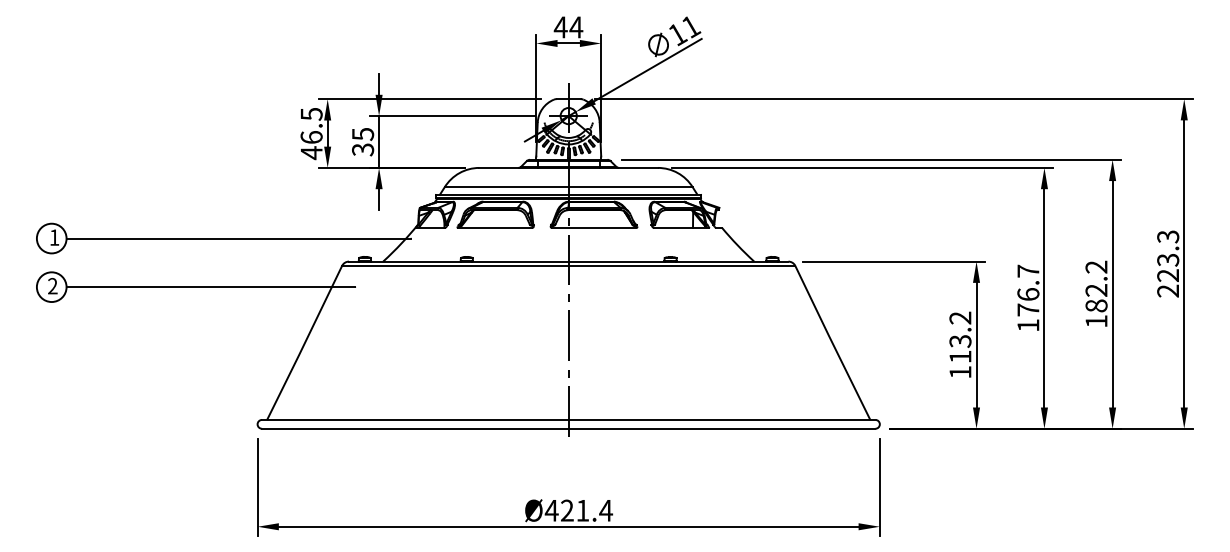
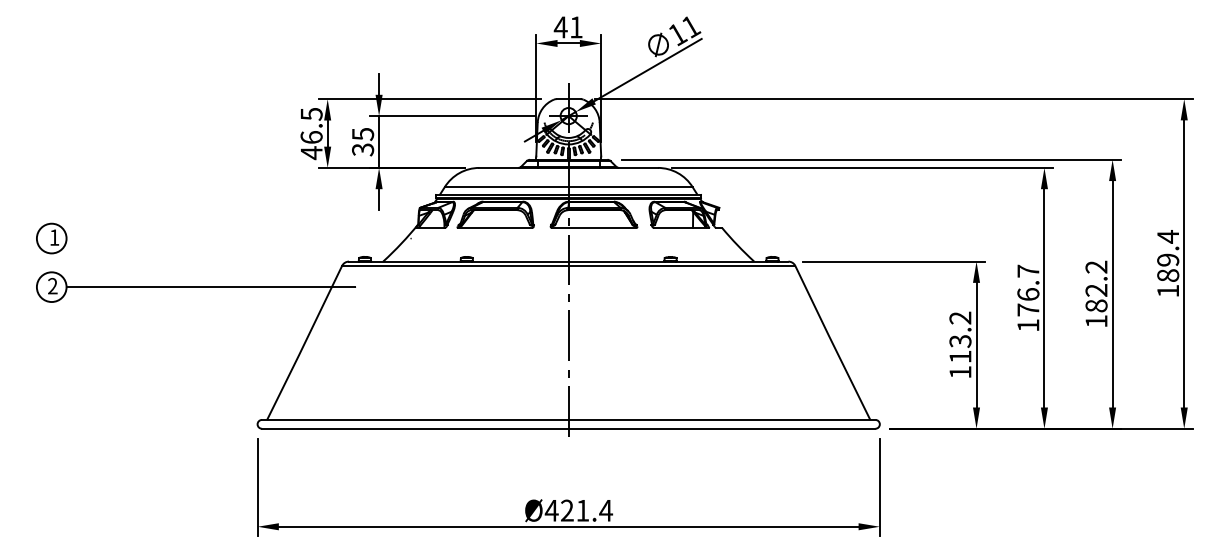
text at (576, 27): 44 -> 41
line at (238, 238): present -> none
text at (1168, 263): 223.3 -> 189.4
